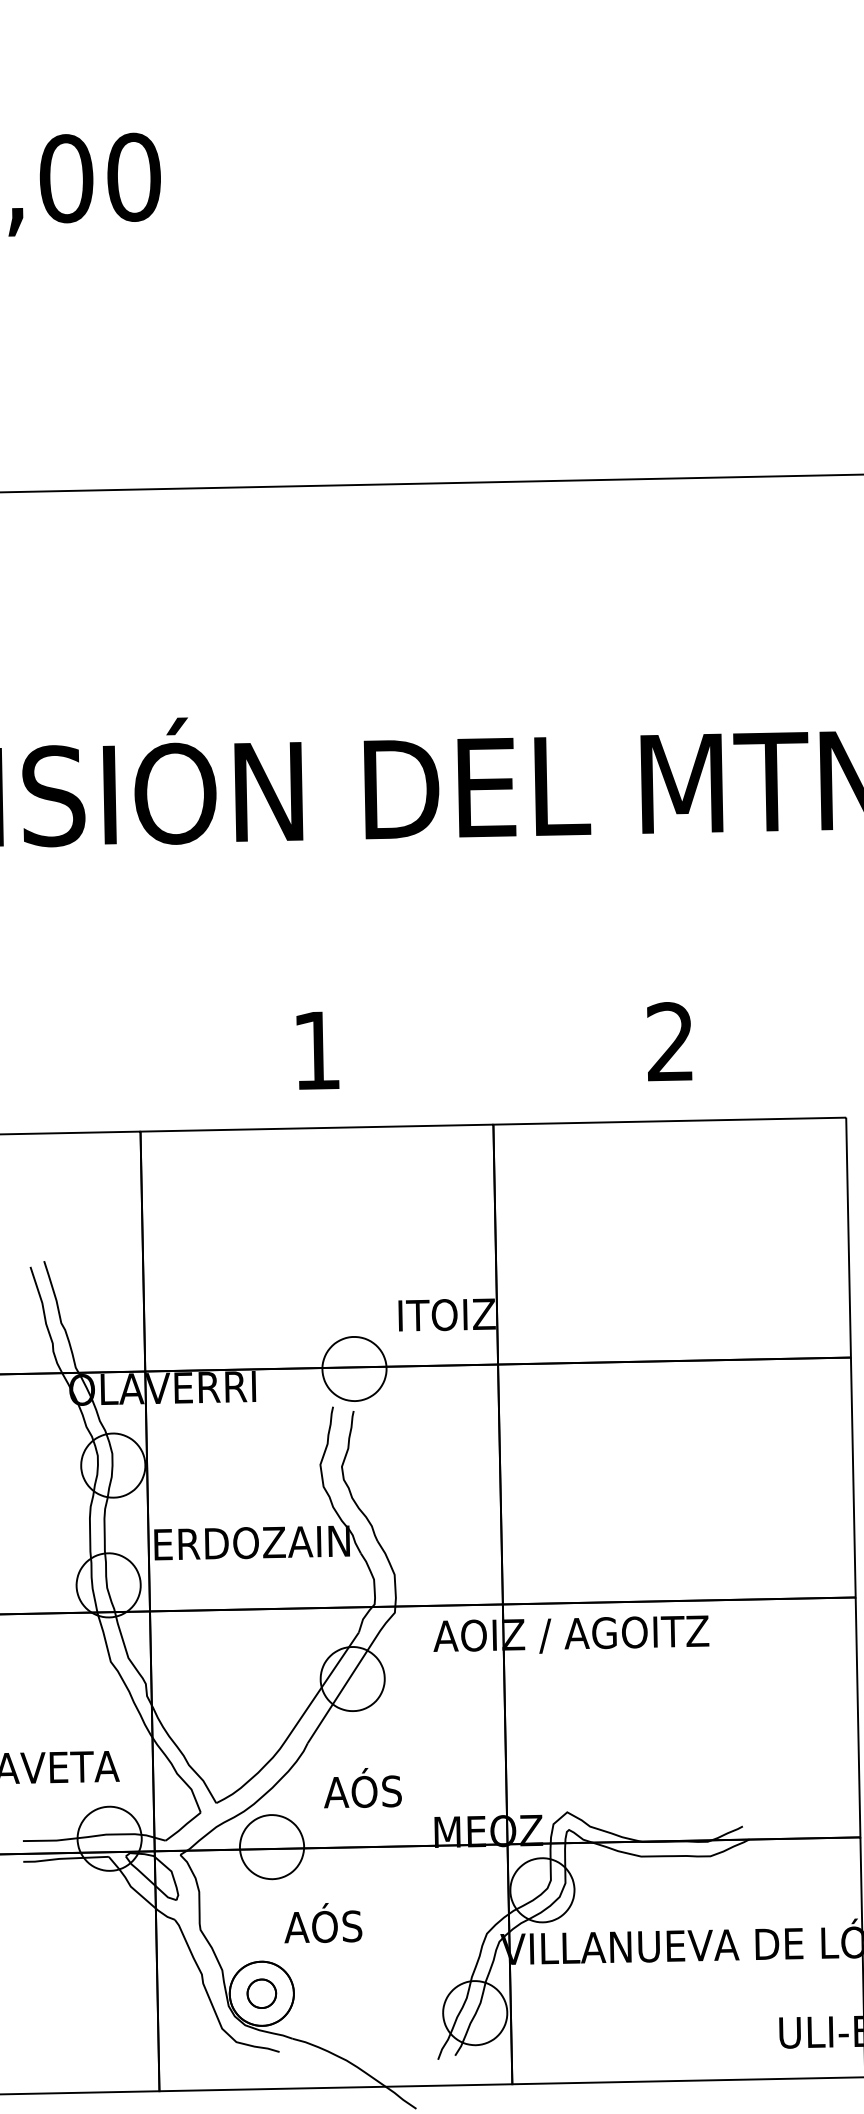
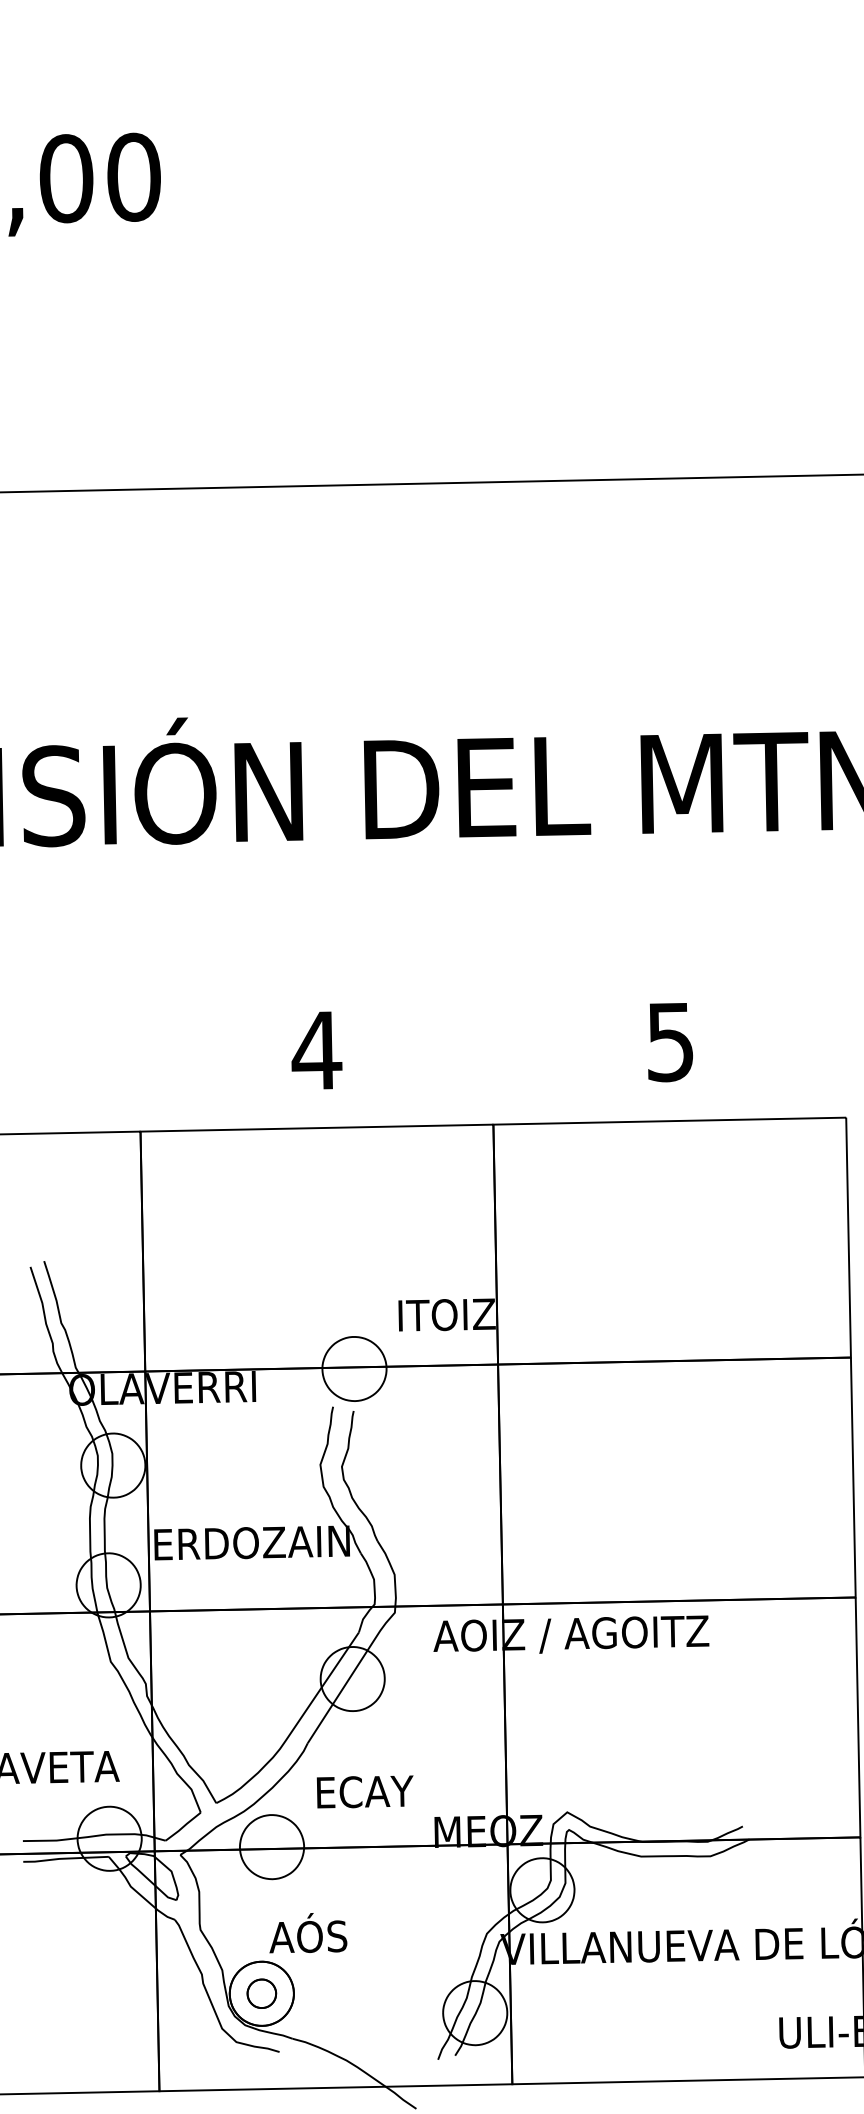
text at (670, 1042): 2 -> 5
text at (316, 1050): 1 -> 4
text at (364, 1788): AÓS -> ECAY
text at (323, 1923) position: (323, 1923) -> (308, 1933)
